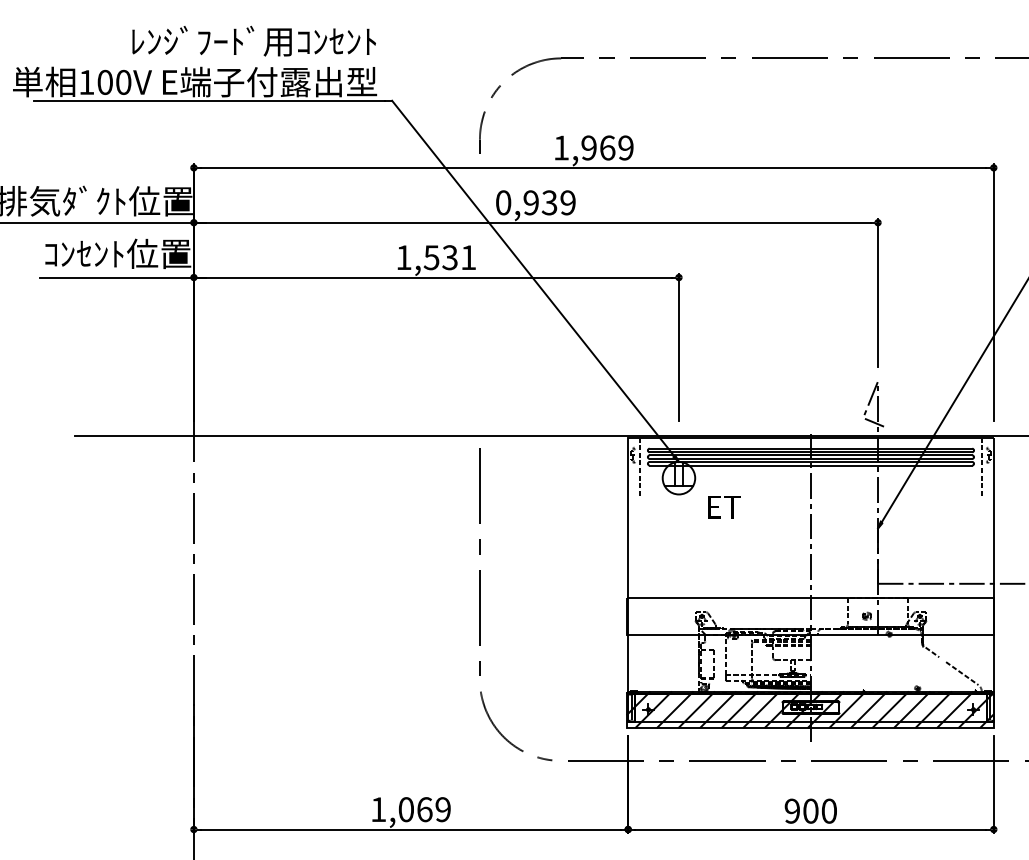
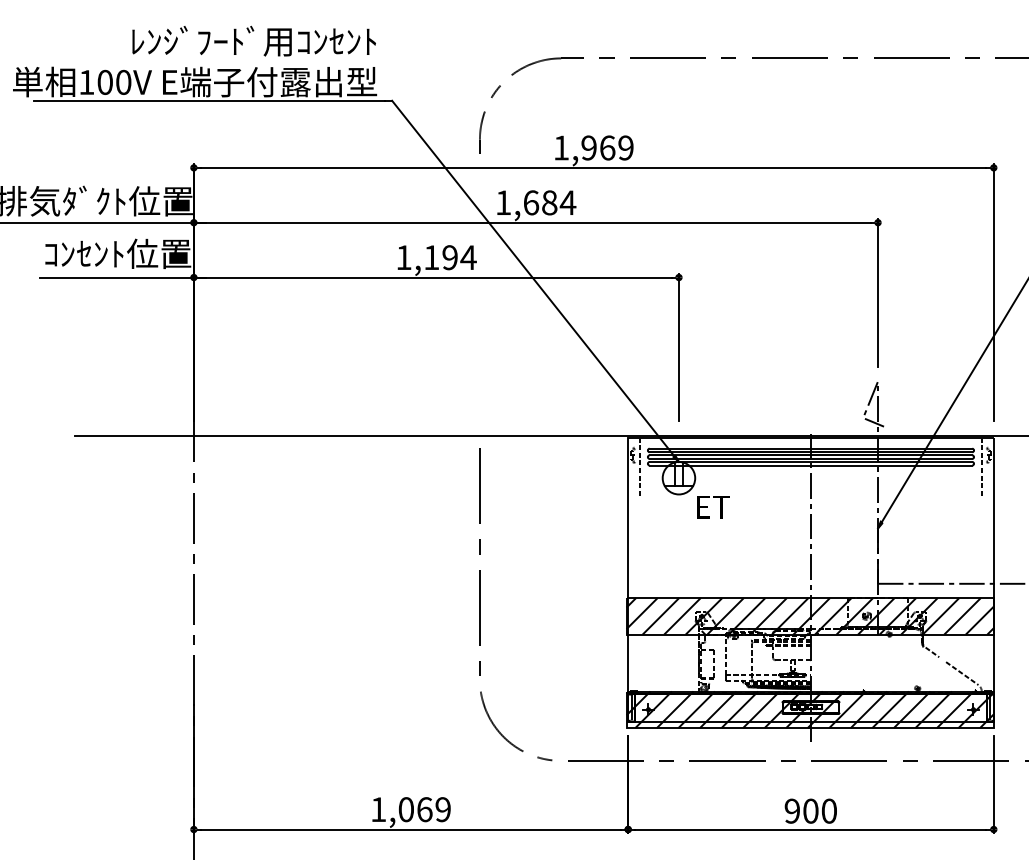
text at (536, 202): 0,939 -> 1,684
text at (449, 257): 1,531 -> 1,194
text at (724, 507) position: (724, 507) -> (713, 507)
hatch at (809, 616): none -> present
